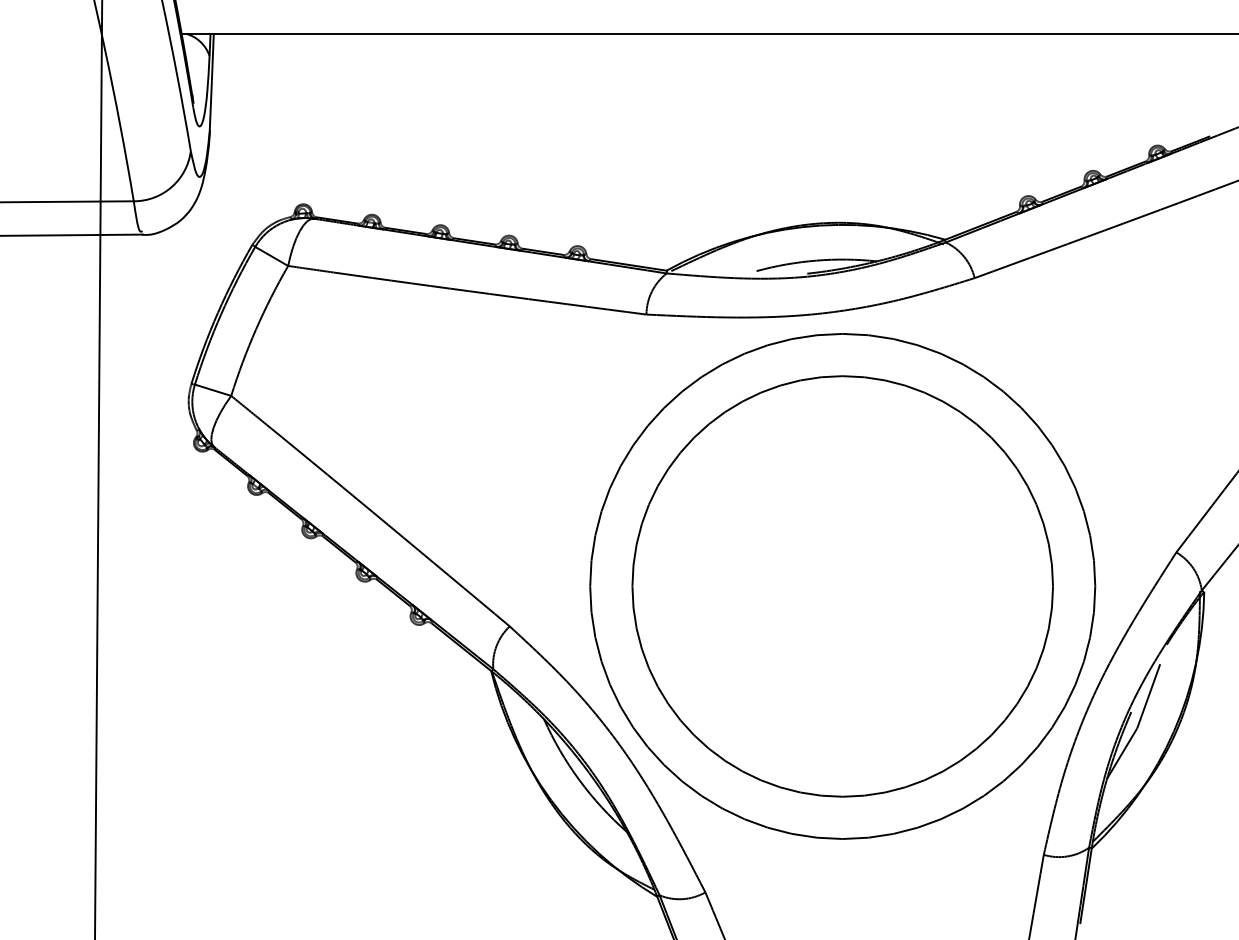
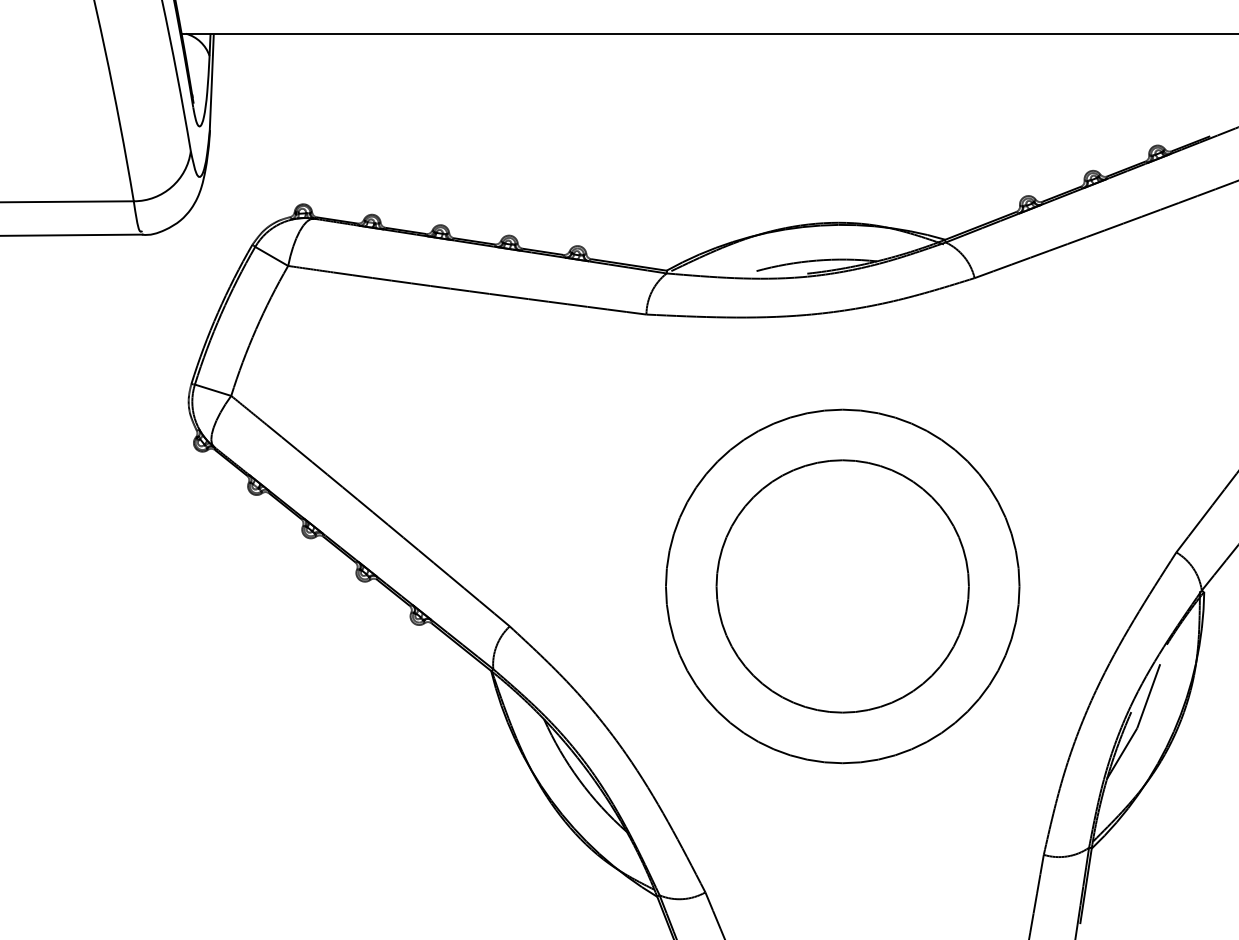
line at (98, 469): present -> none
circle at (842, 586) diameter: 421 px -> 252 px
circle at (842, 586) diameter: 505 px -> 354 px
